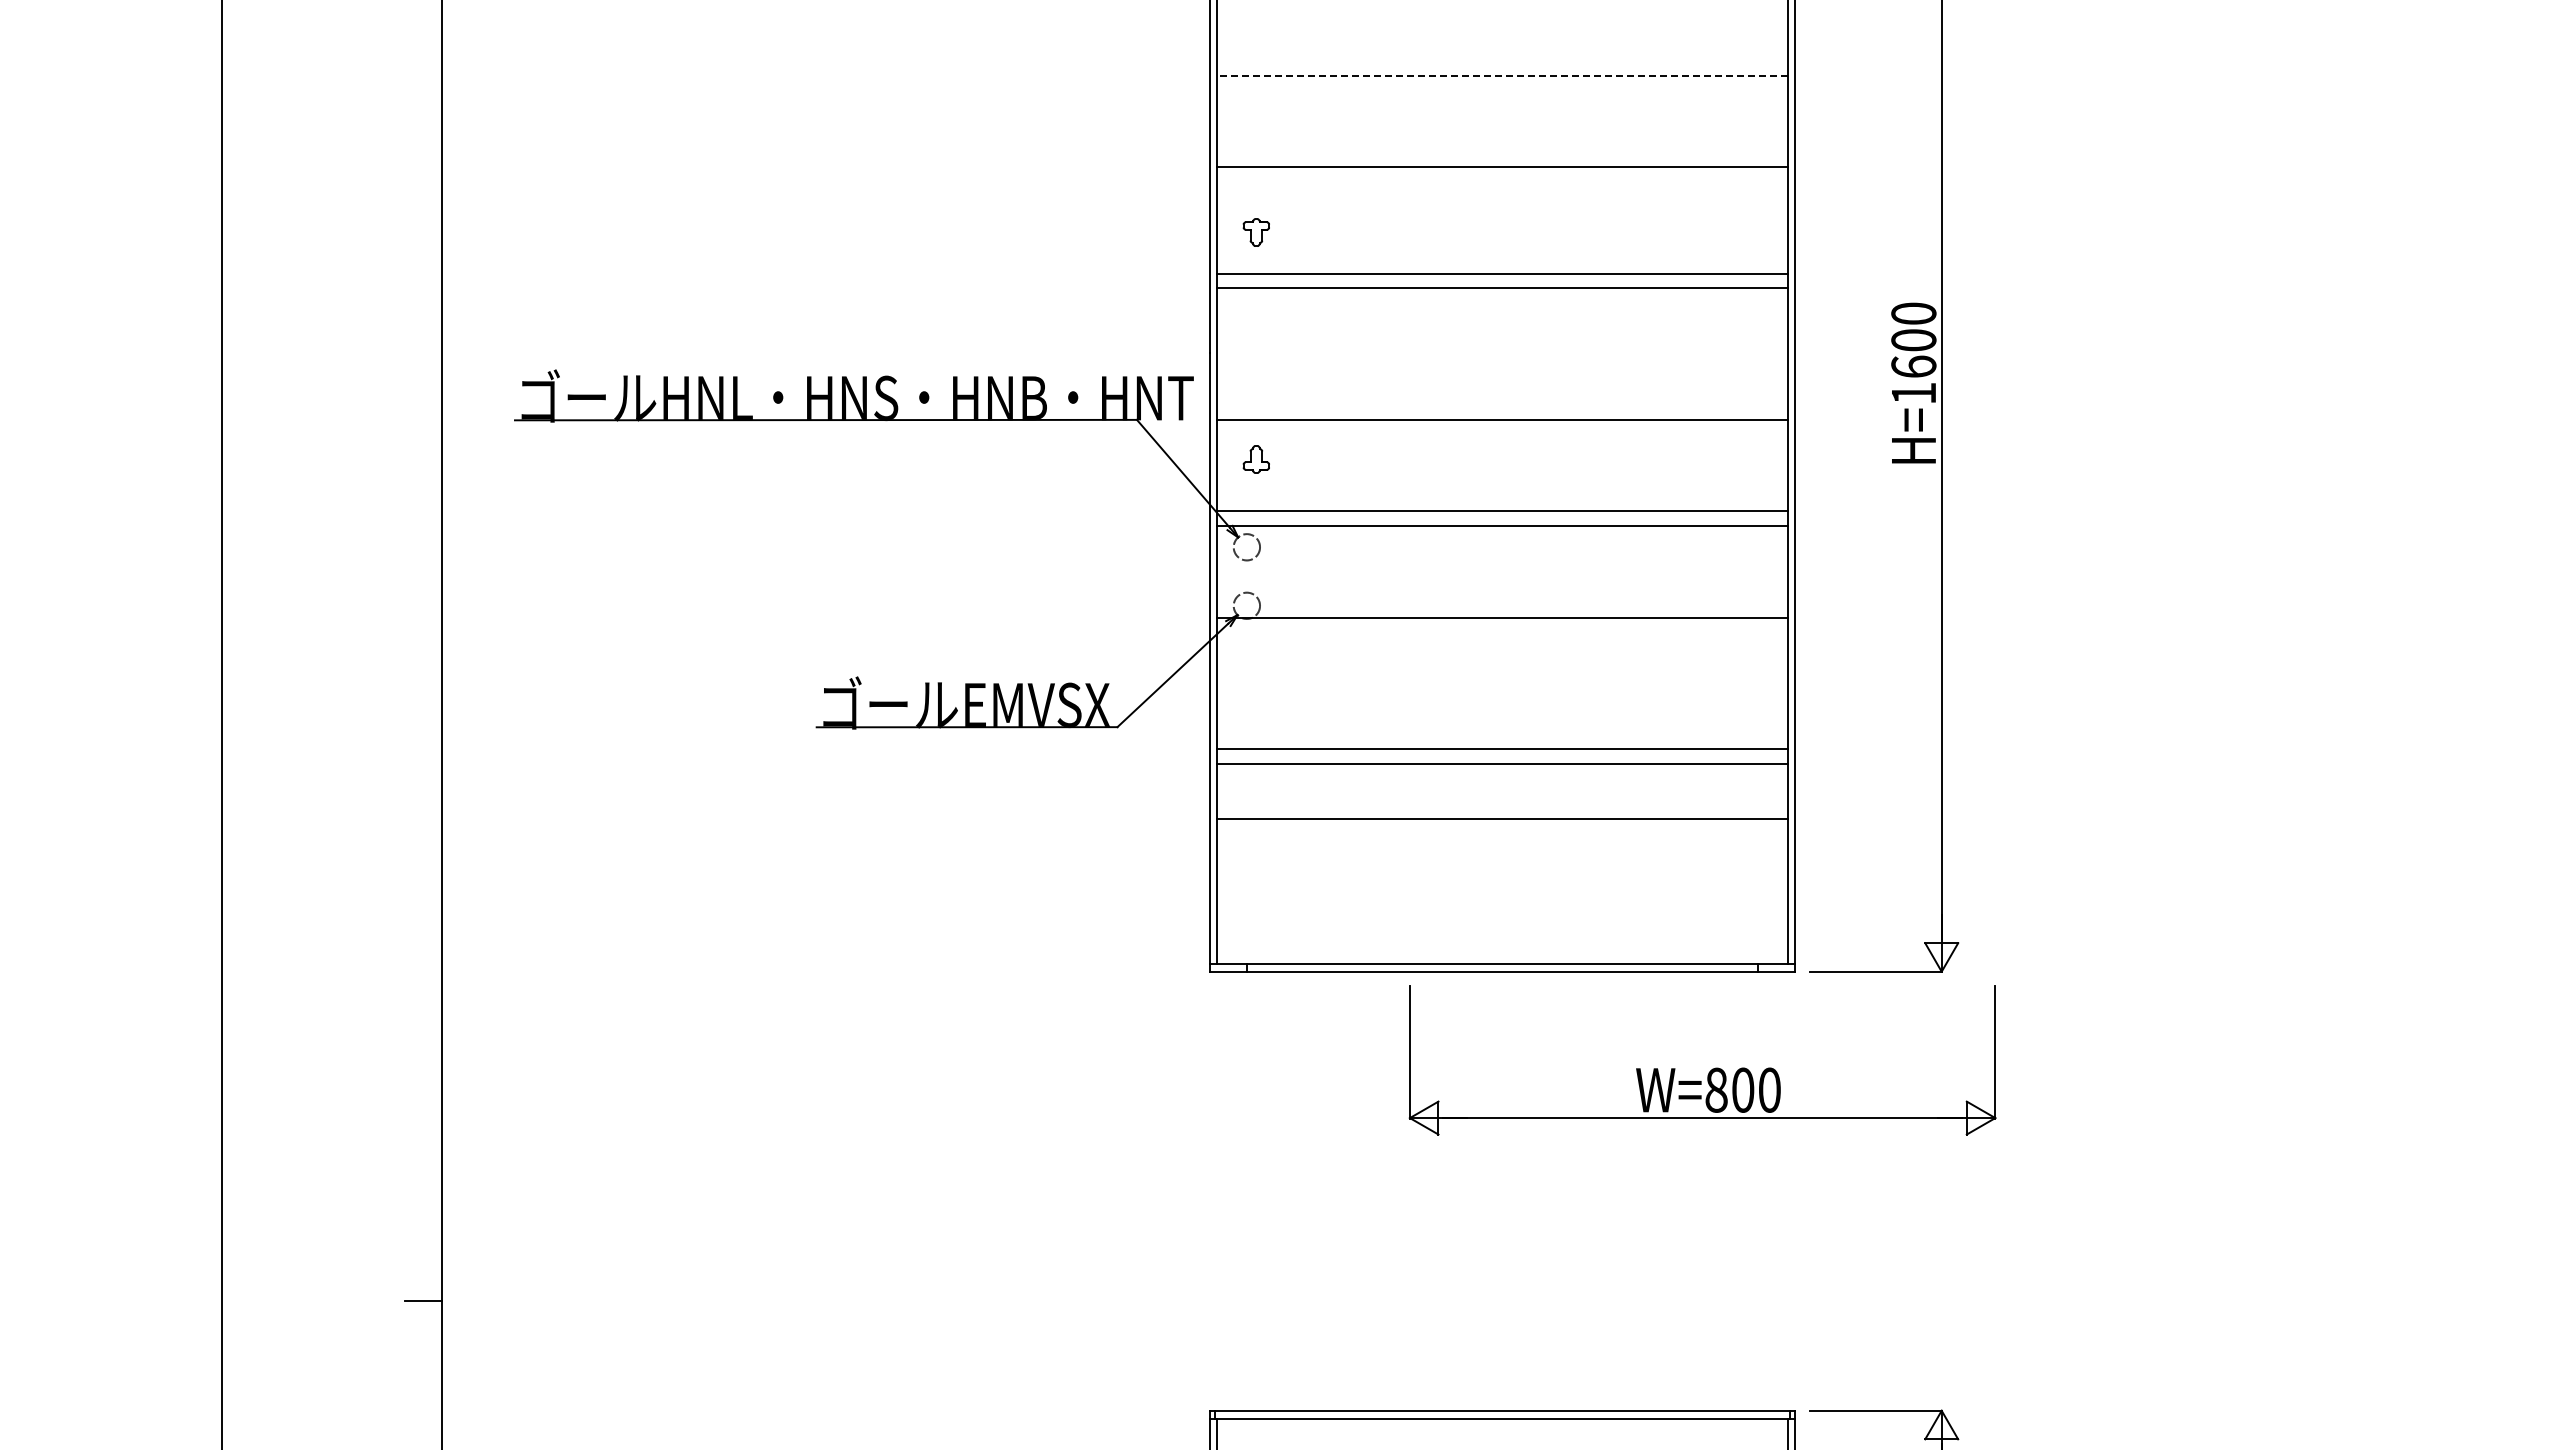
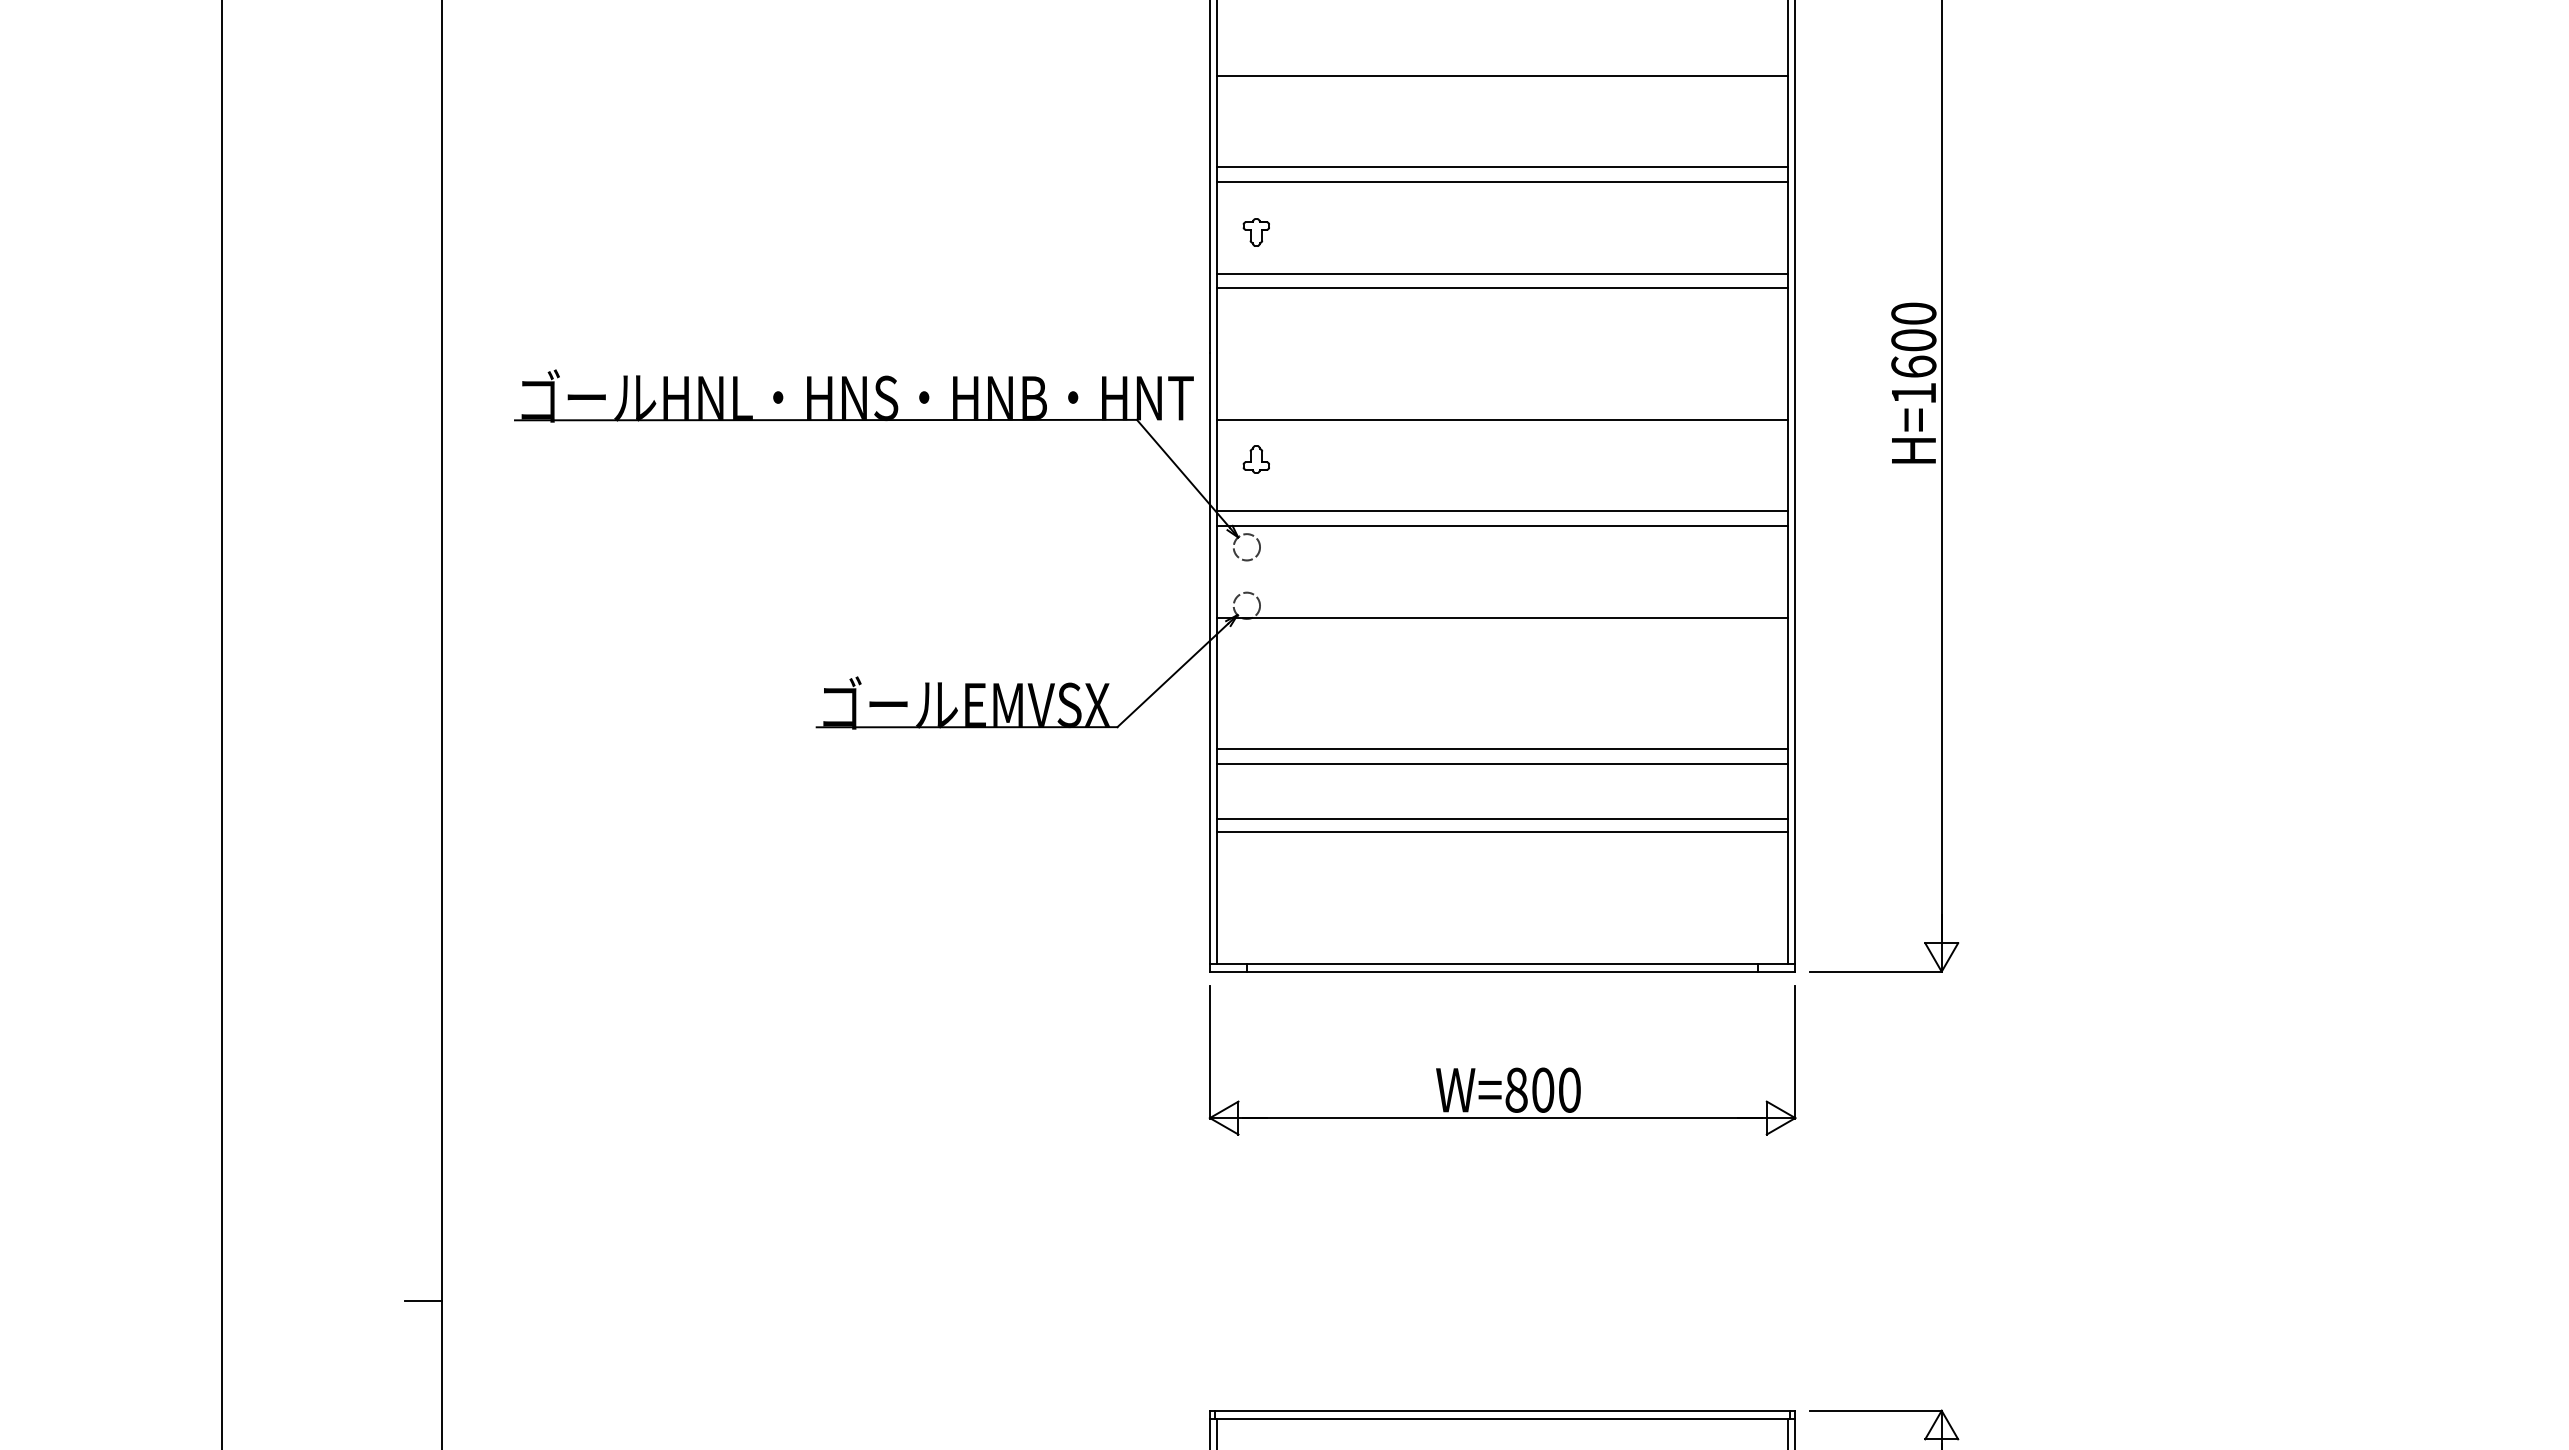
line at (1502, 76): dashed -> solid
line at (1502, 182): none -> present
line at (1502, 831): none -> present
part at (1711, 1069) position: (1711, 1069) -> (1511, 1069)
